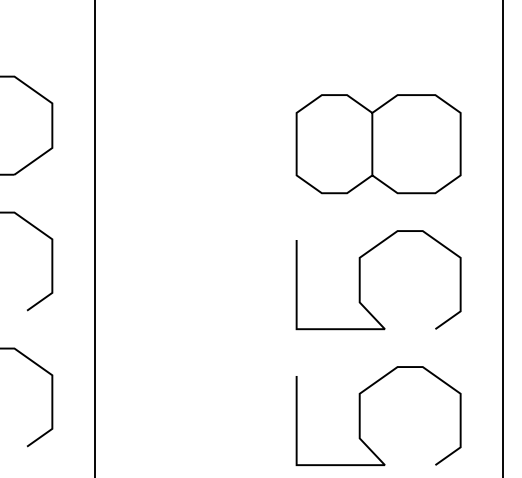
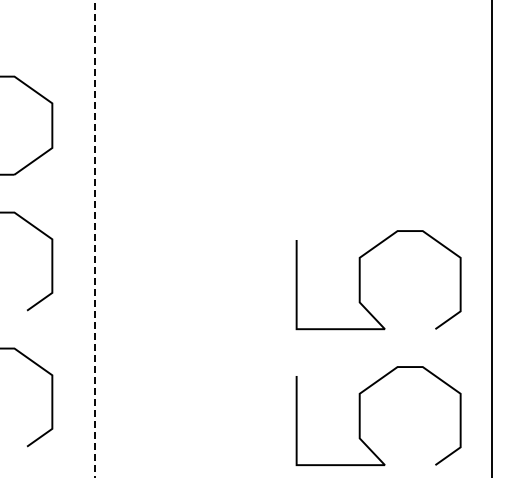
curve at (373, 144): present -> none
line at (503, 238) position: (503, 238) -> (492, 238)
line at (95, 239): solid -> dashed
